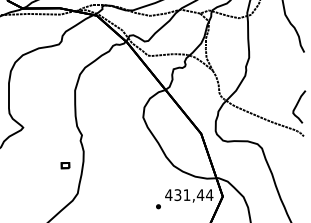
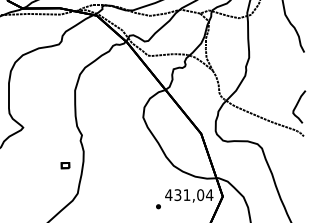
text at (200, 195): 431,44 -> 431,04
